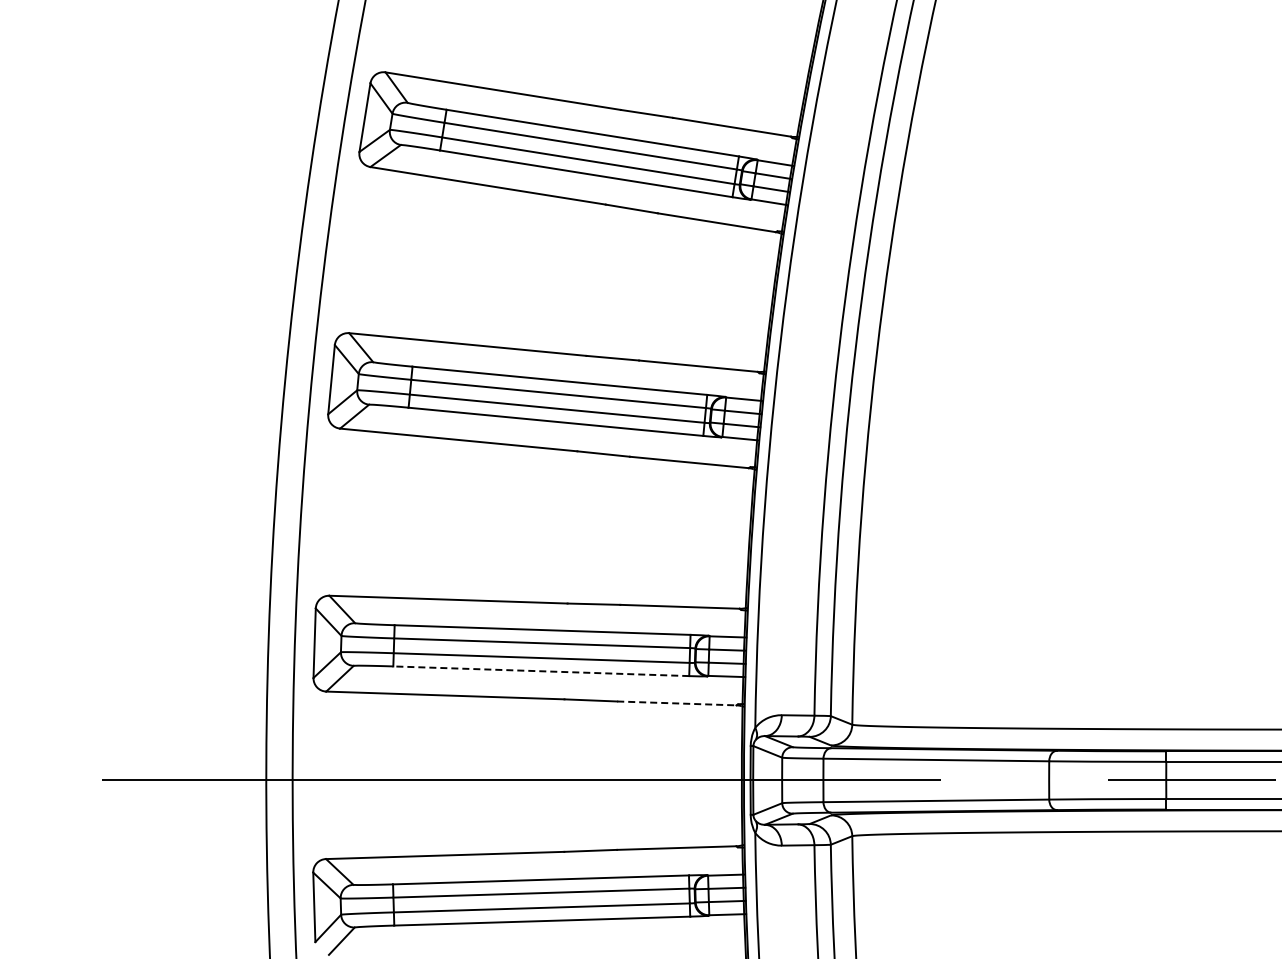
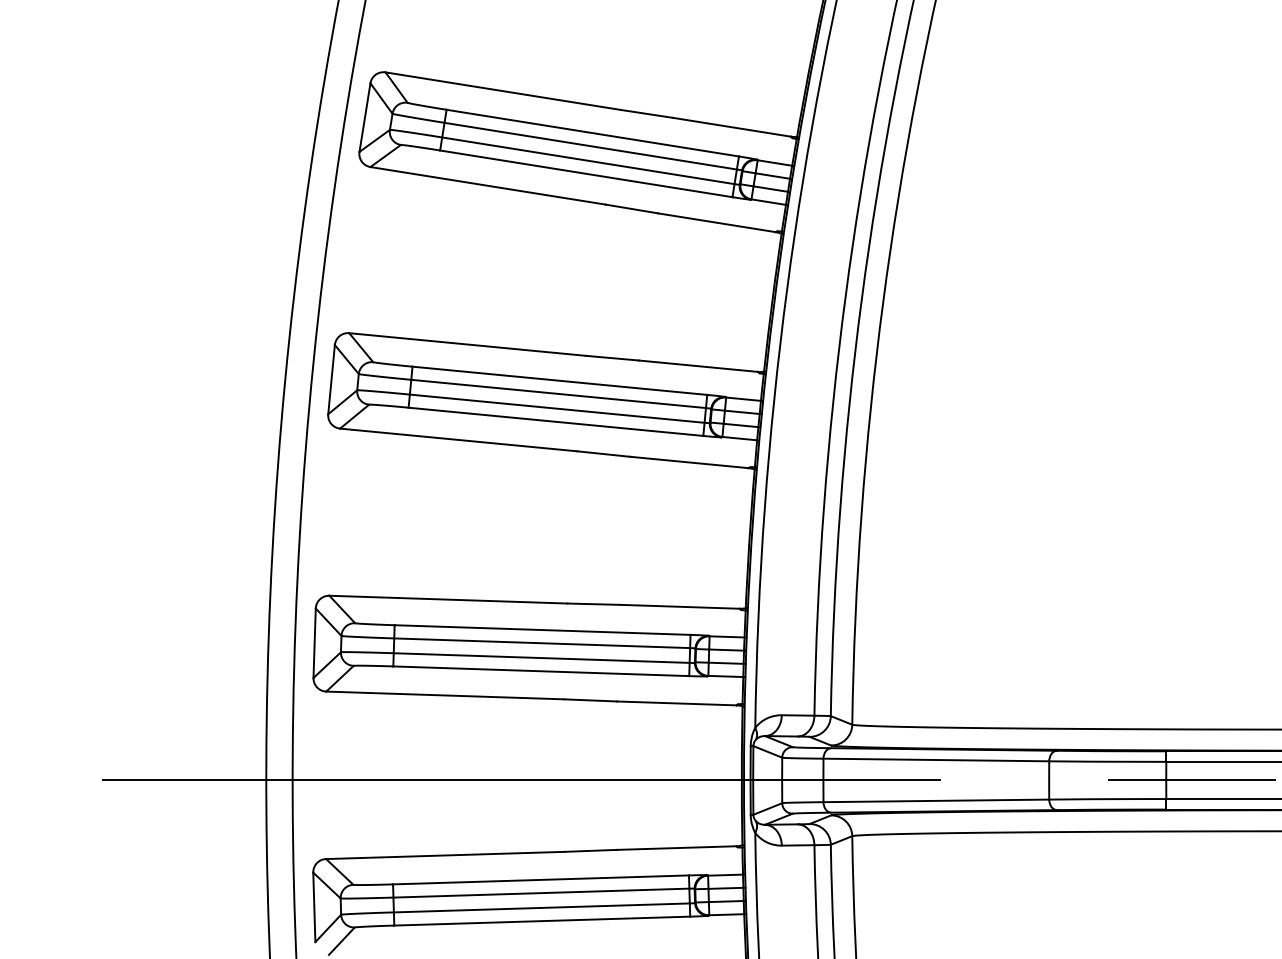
line at (540, 671): dashed -> solid
line at (676, 703): dashed -> solid
